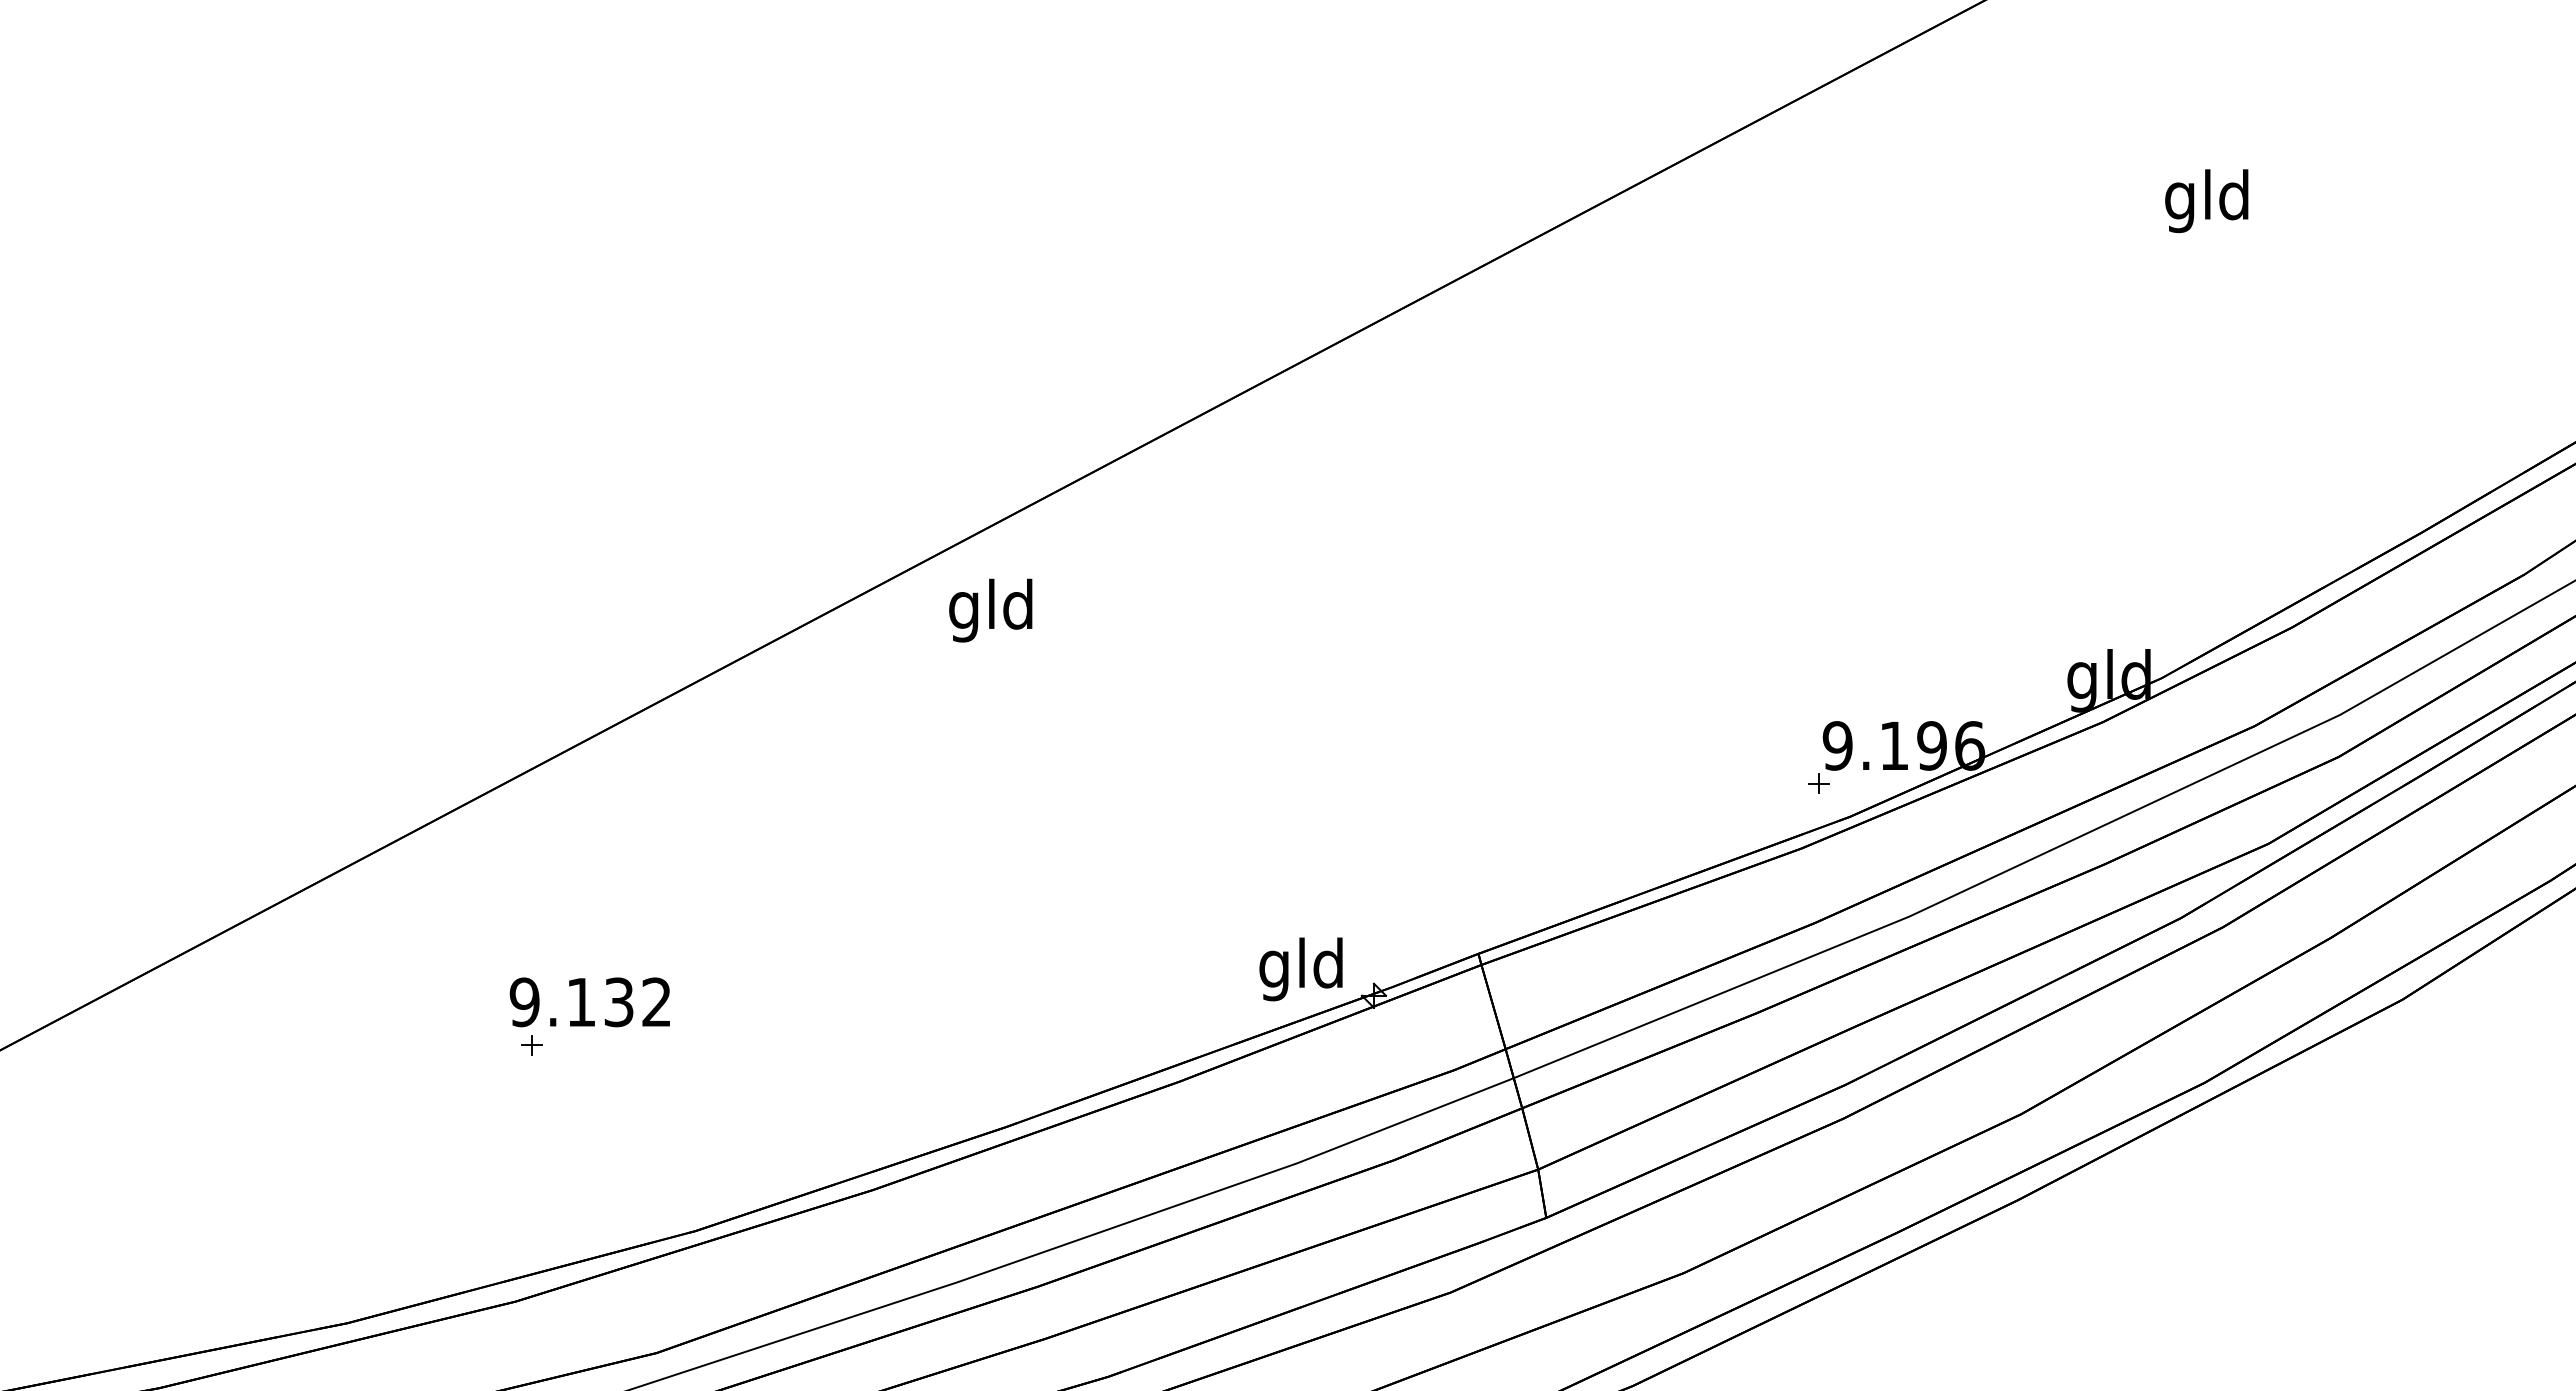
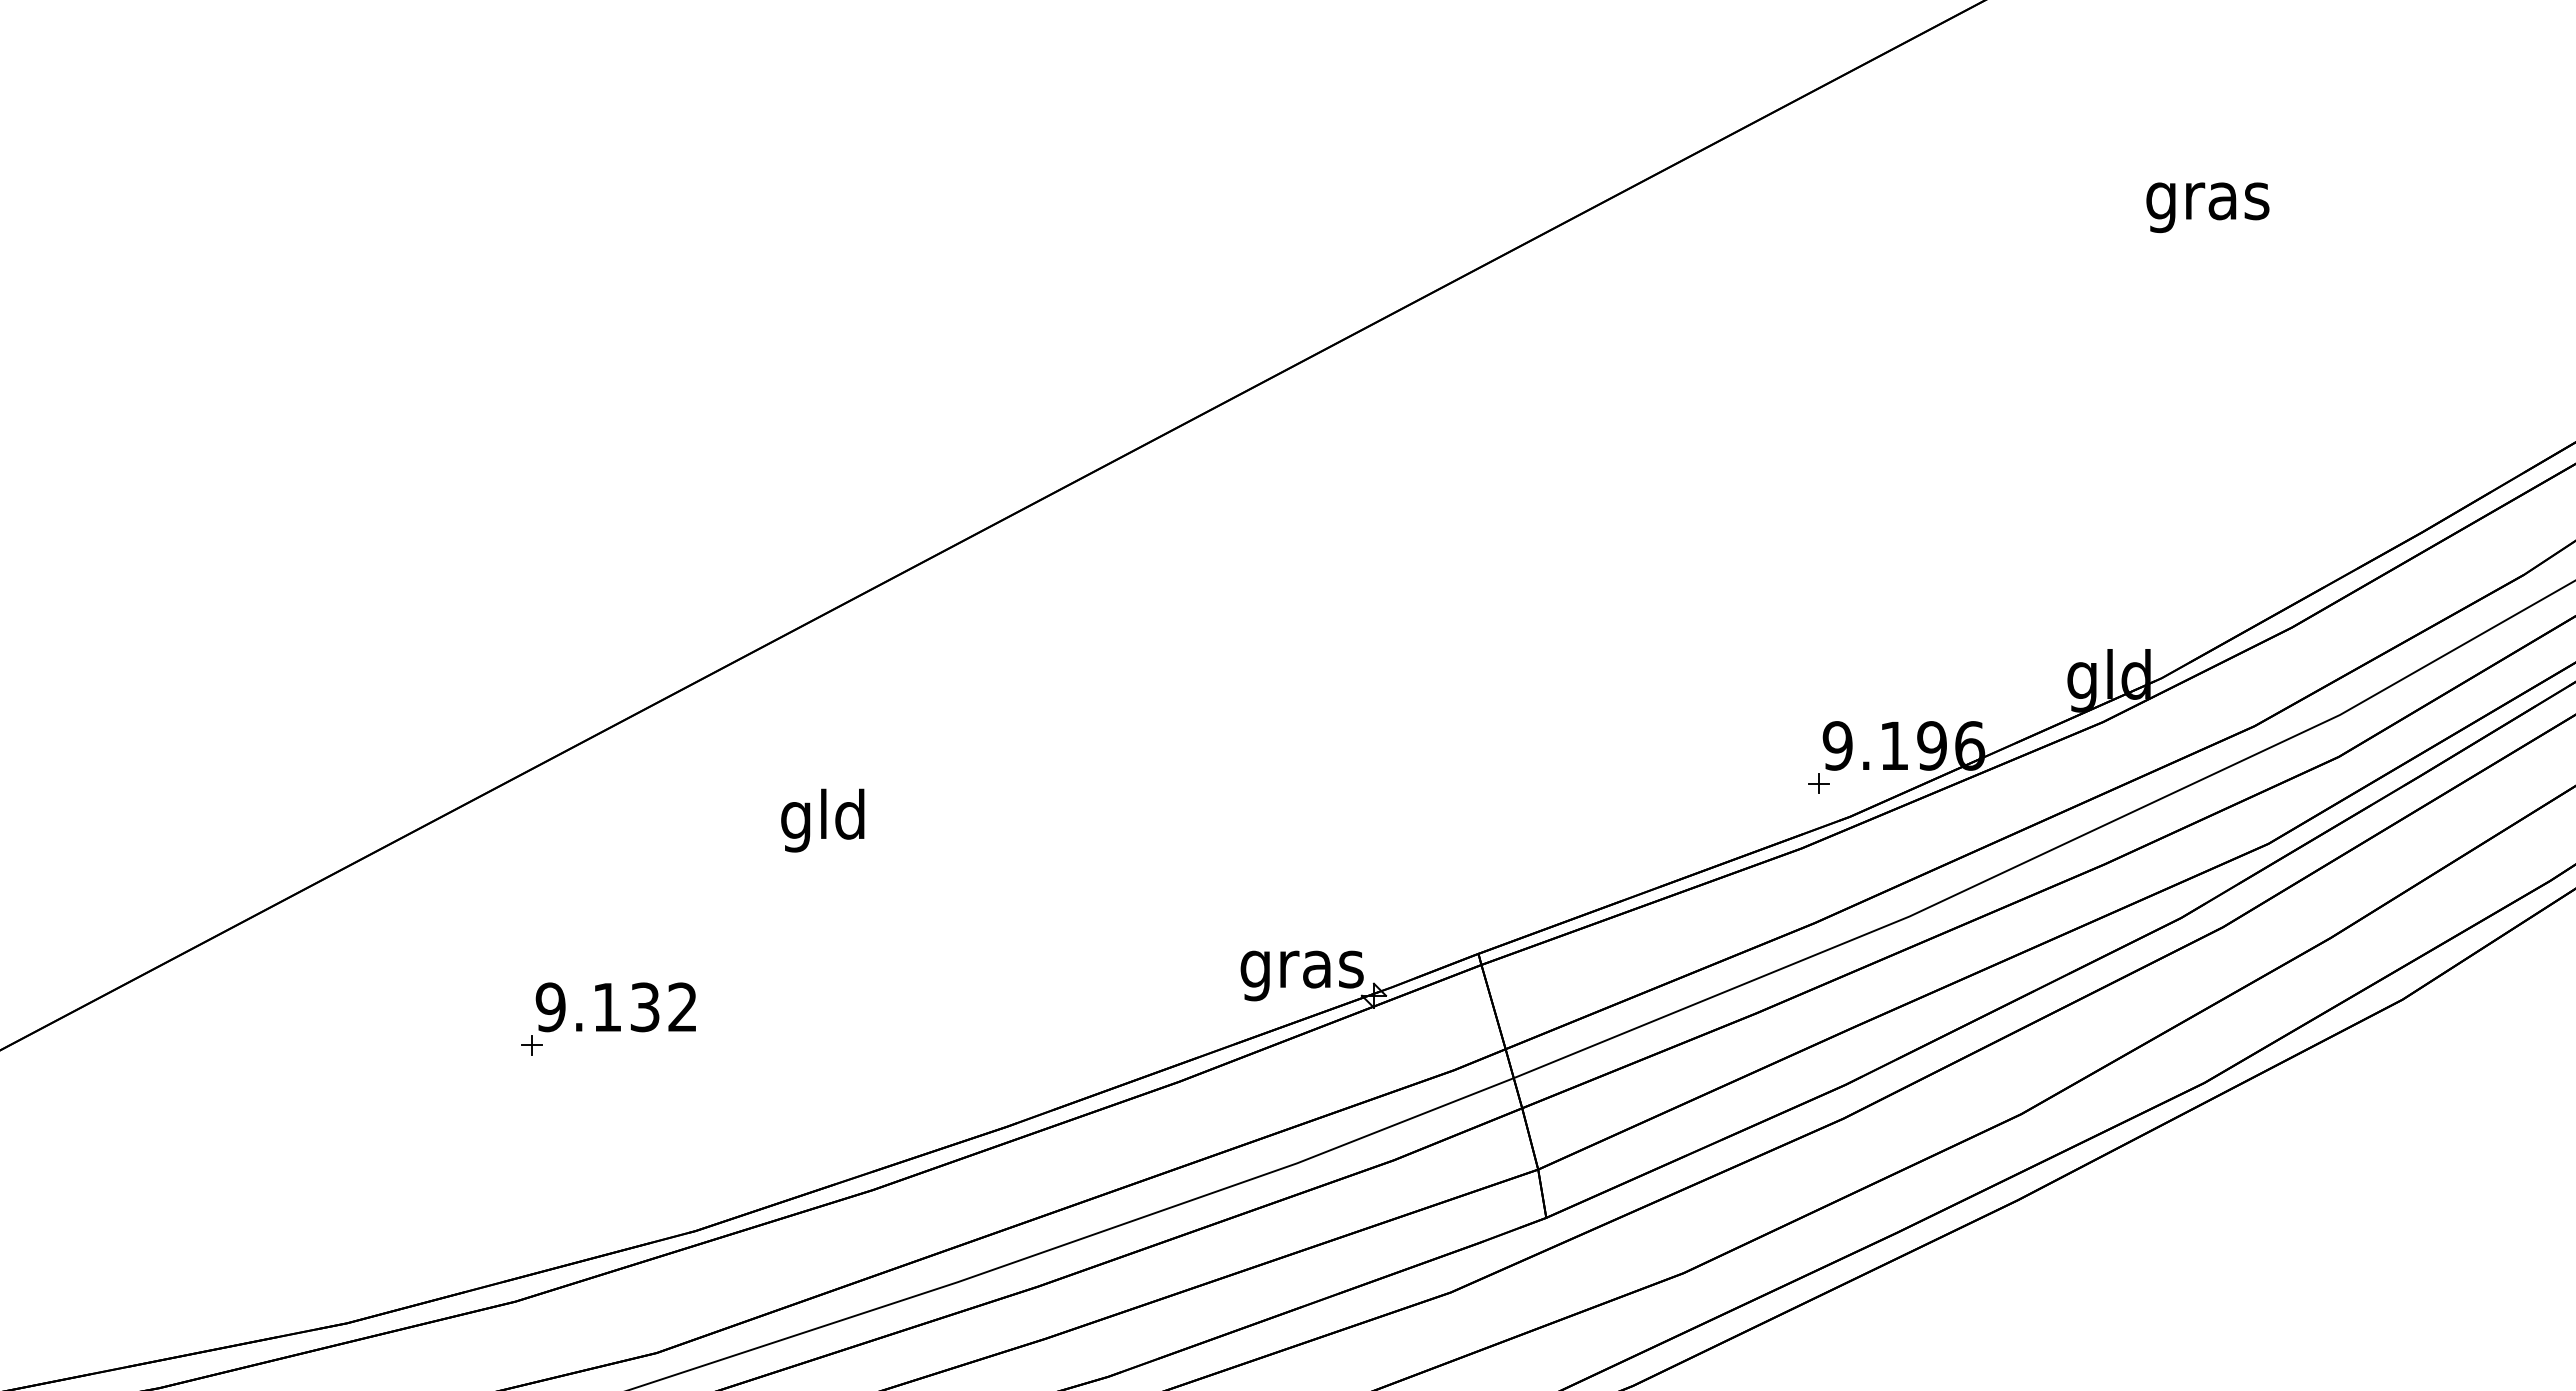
text at (2207, 201): gld -> gras
text at (990, 610) position: (990, 610) -> (822, 820)
text at (1301, 969): gld -> gras
text at (589, 1002) position: (589, 1002) -> (615, 1007)
